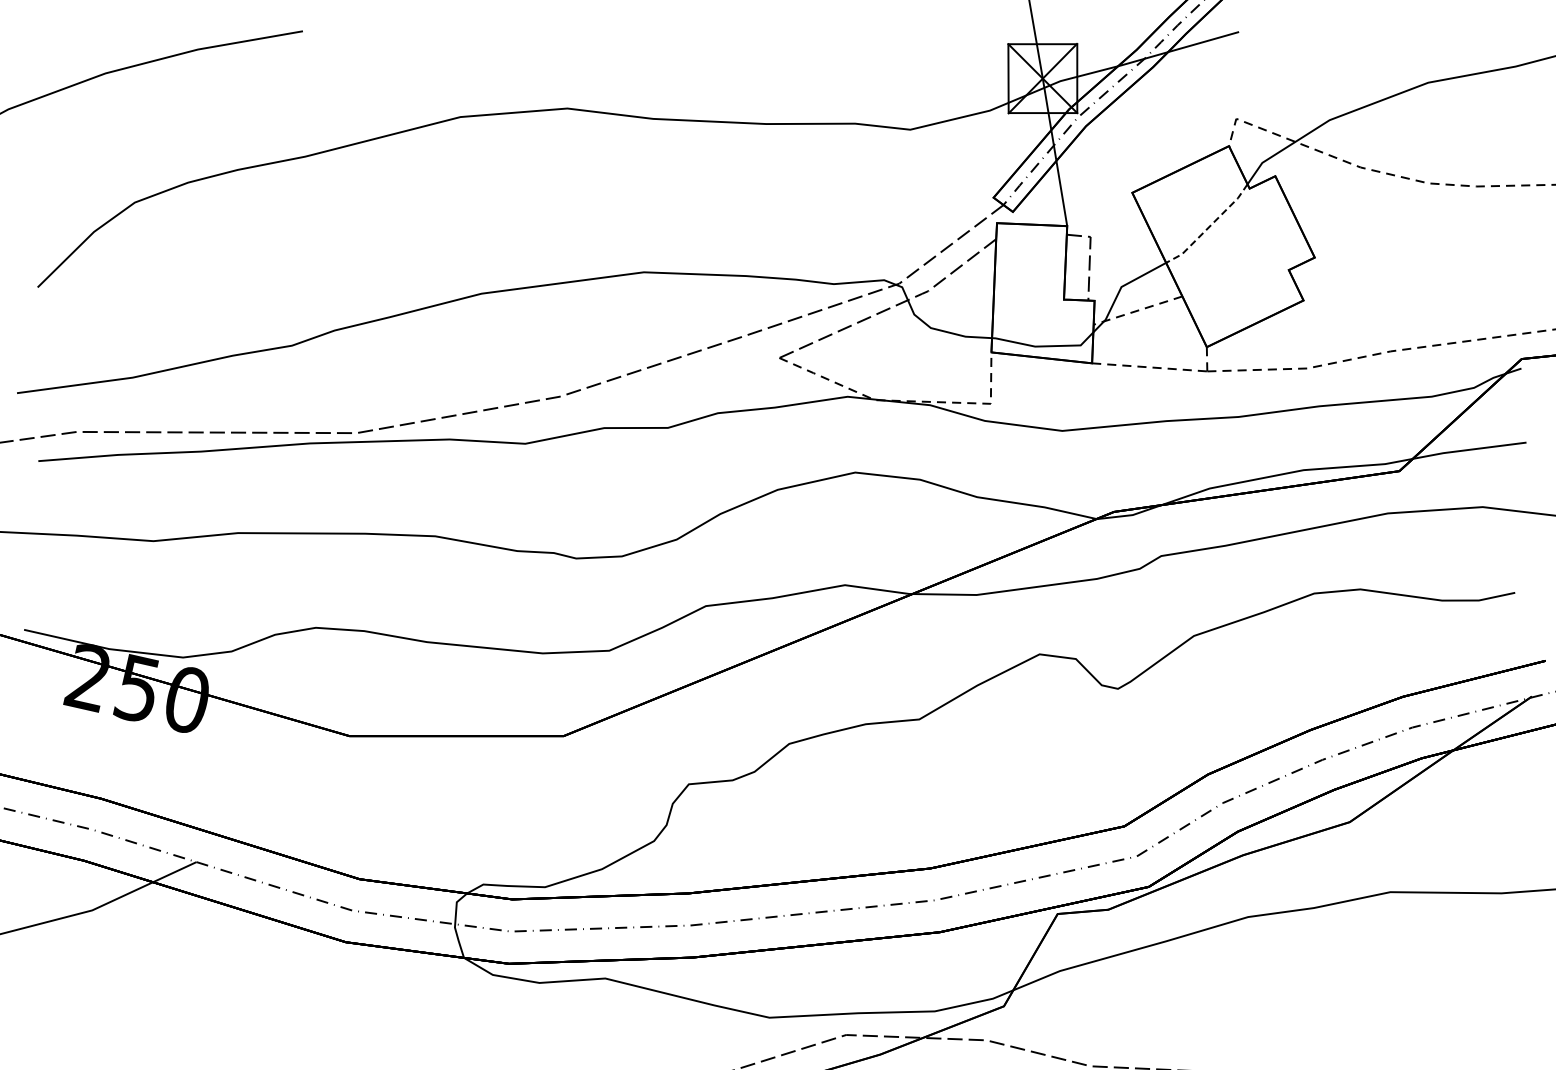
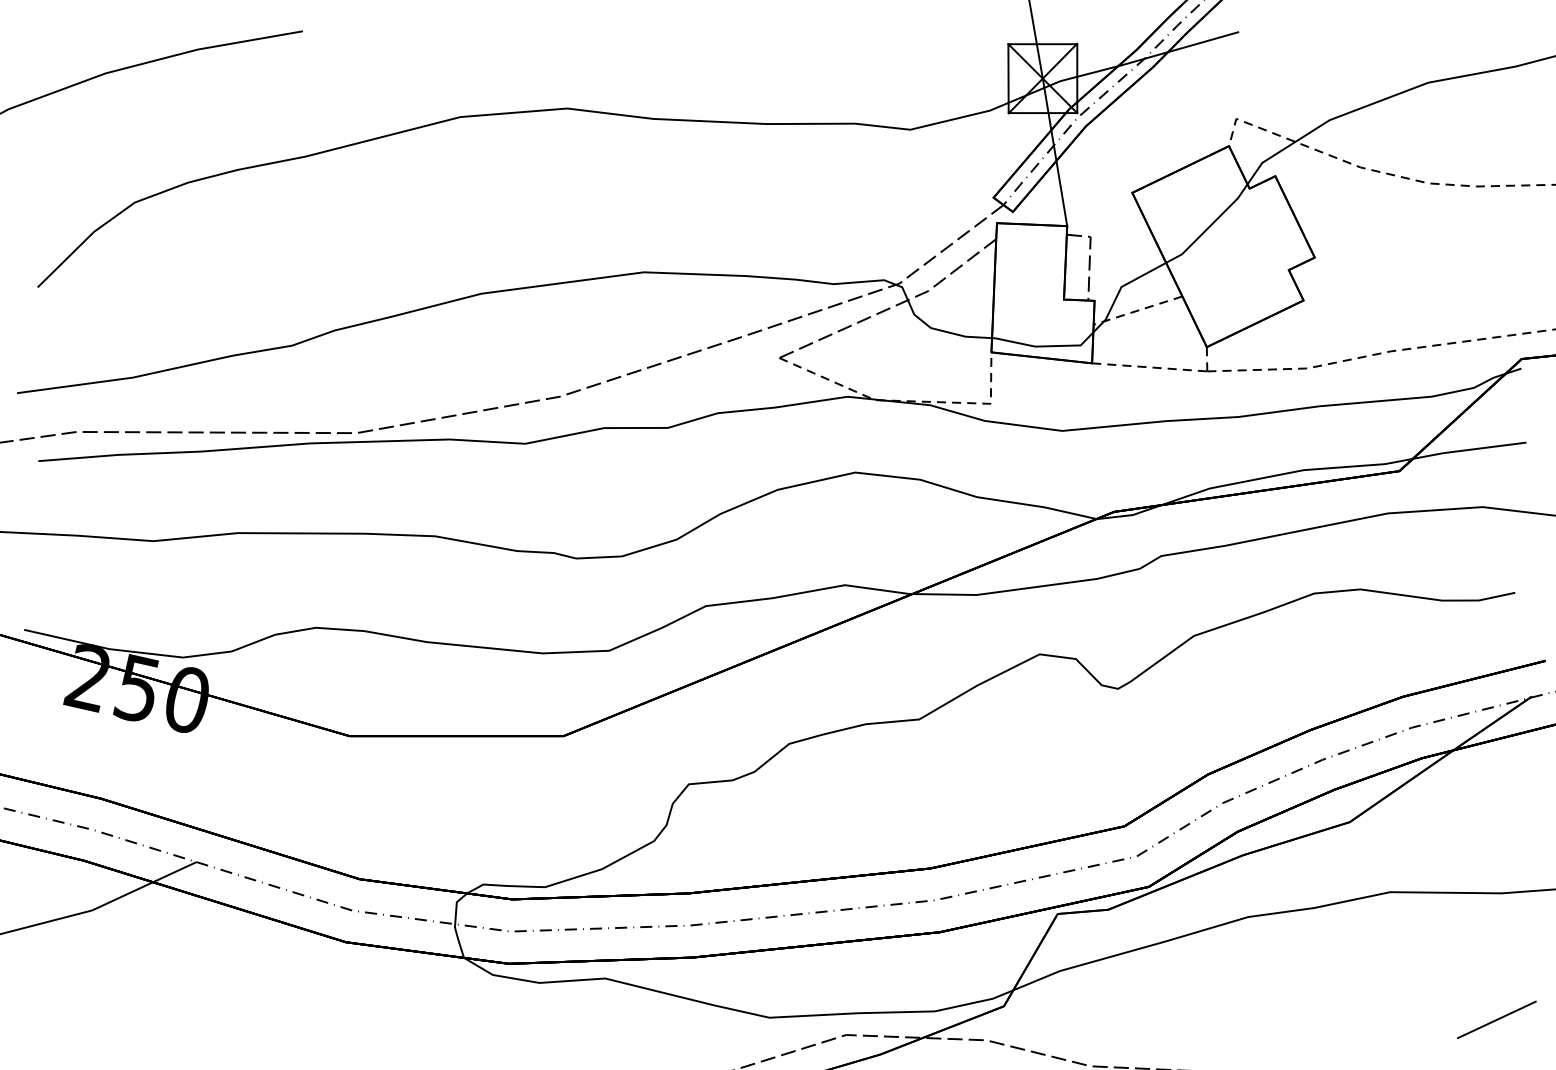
line at (1209, 227): dashed -> solid
line at (1496, 1019): none -> present
